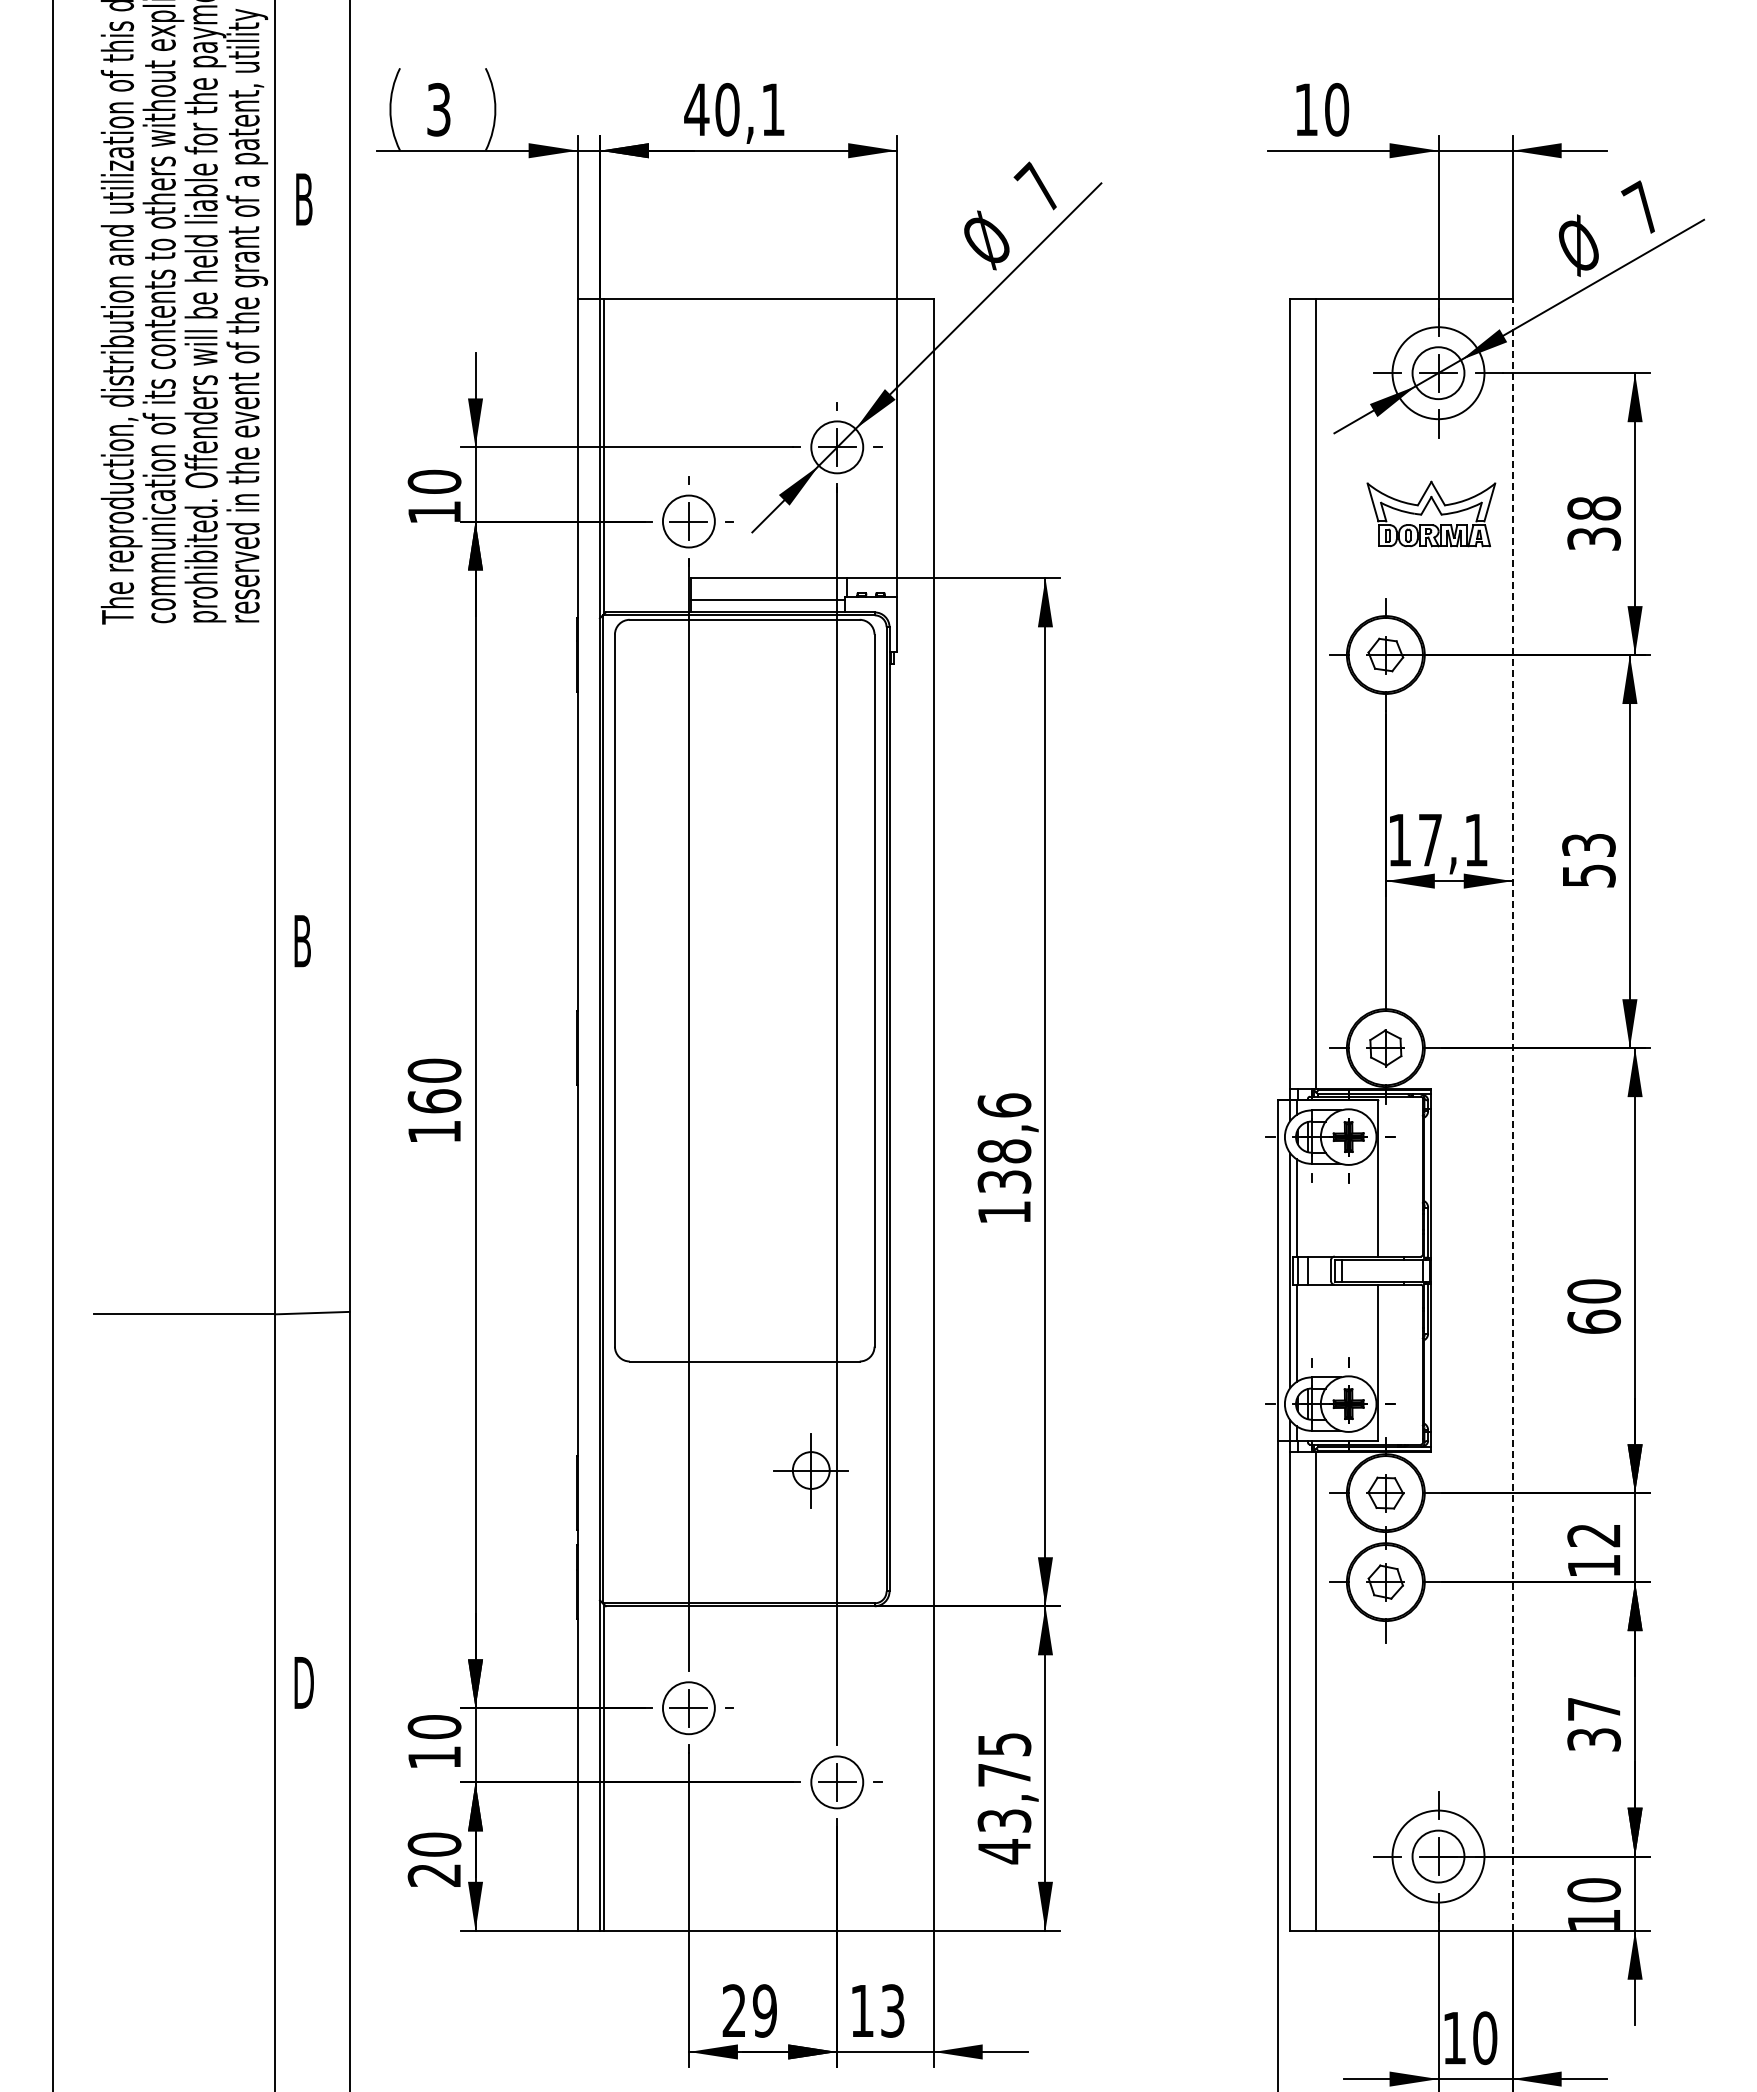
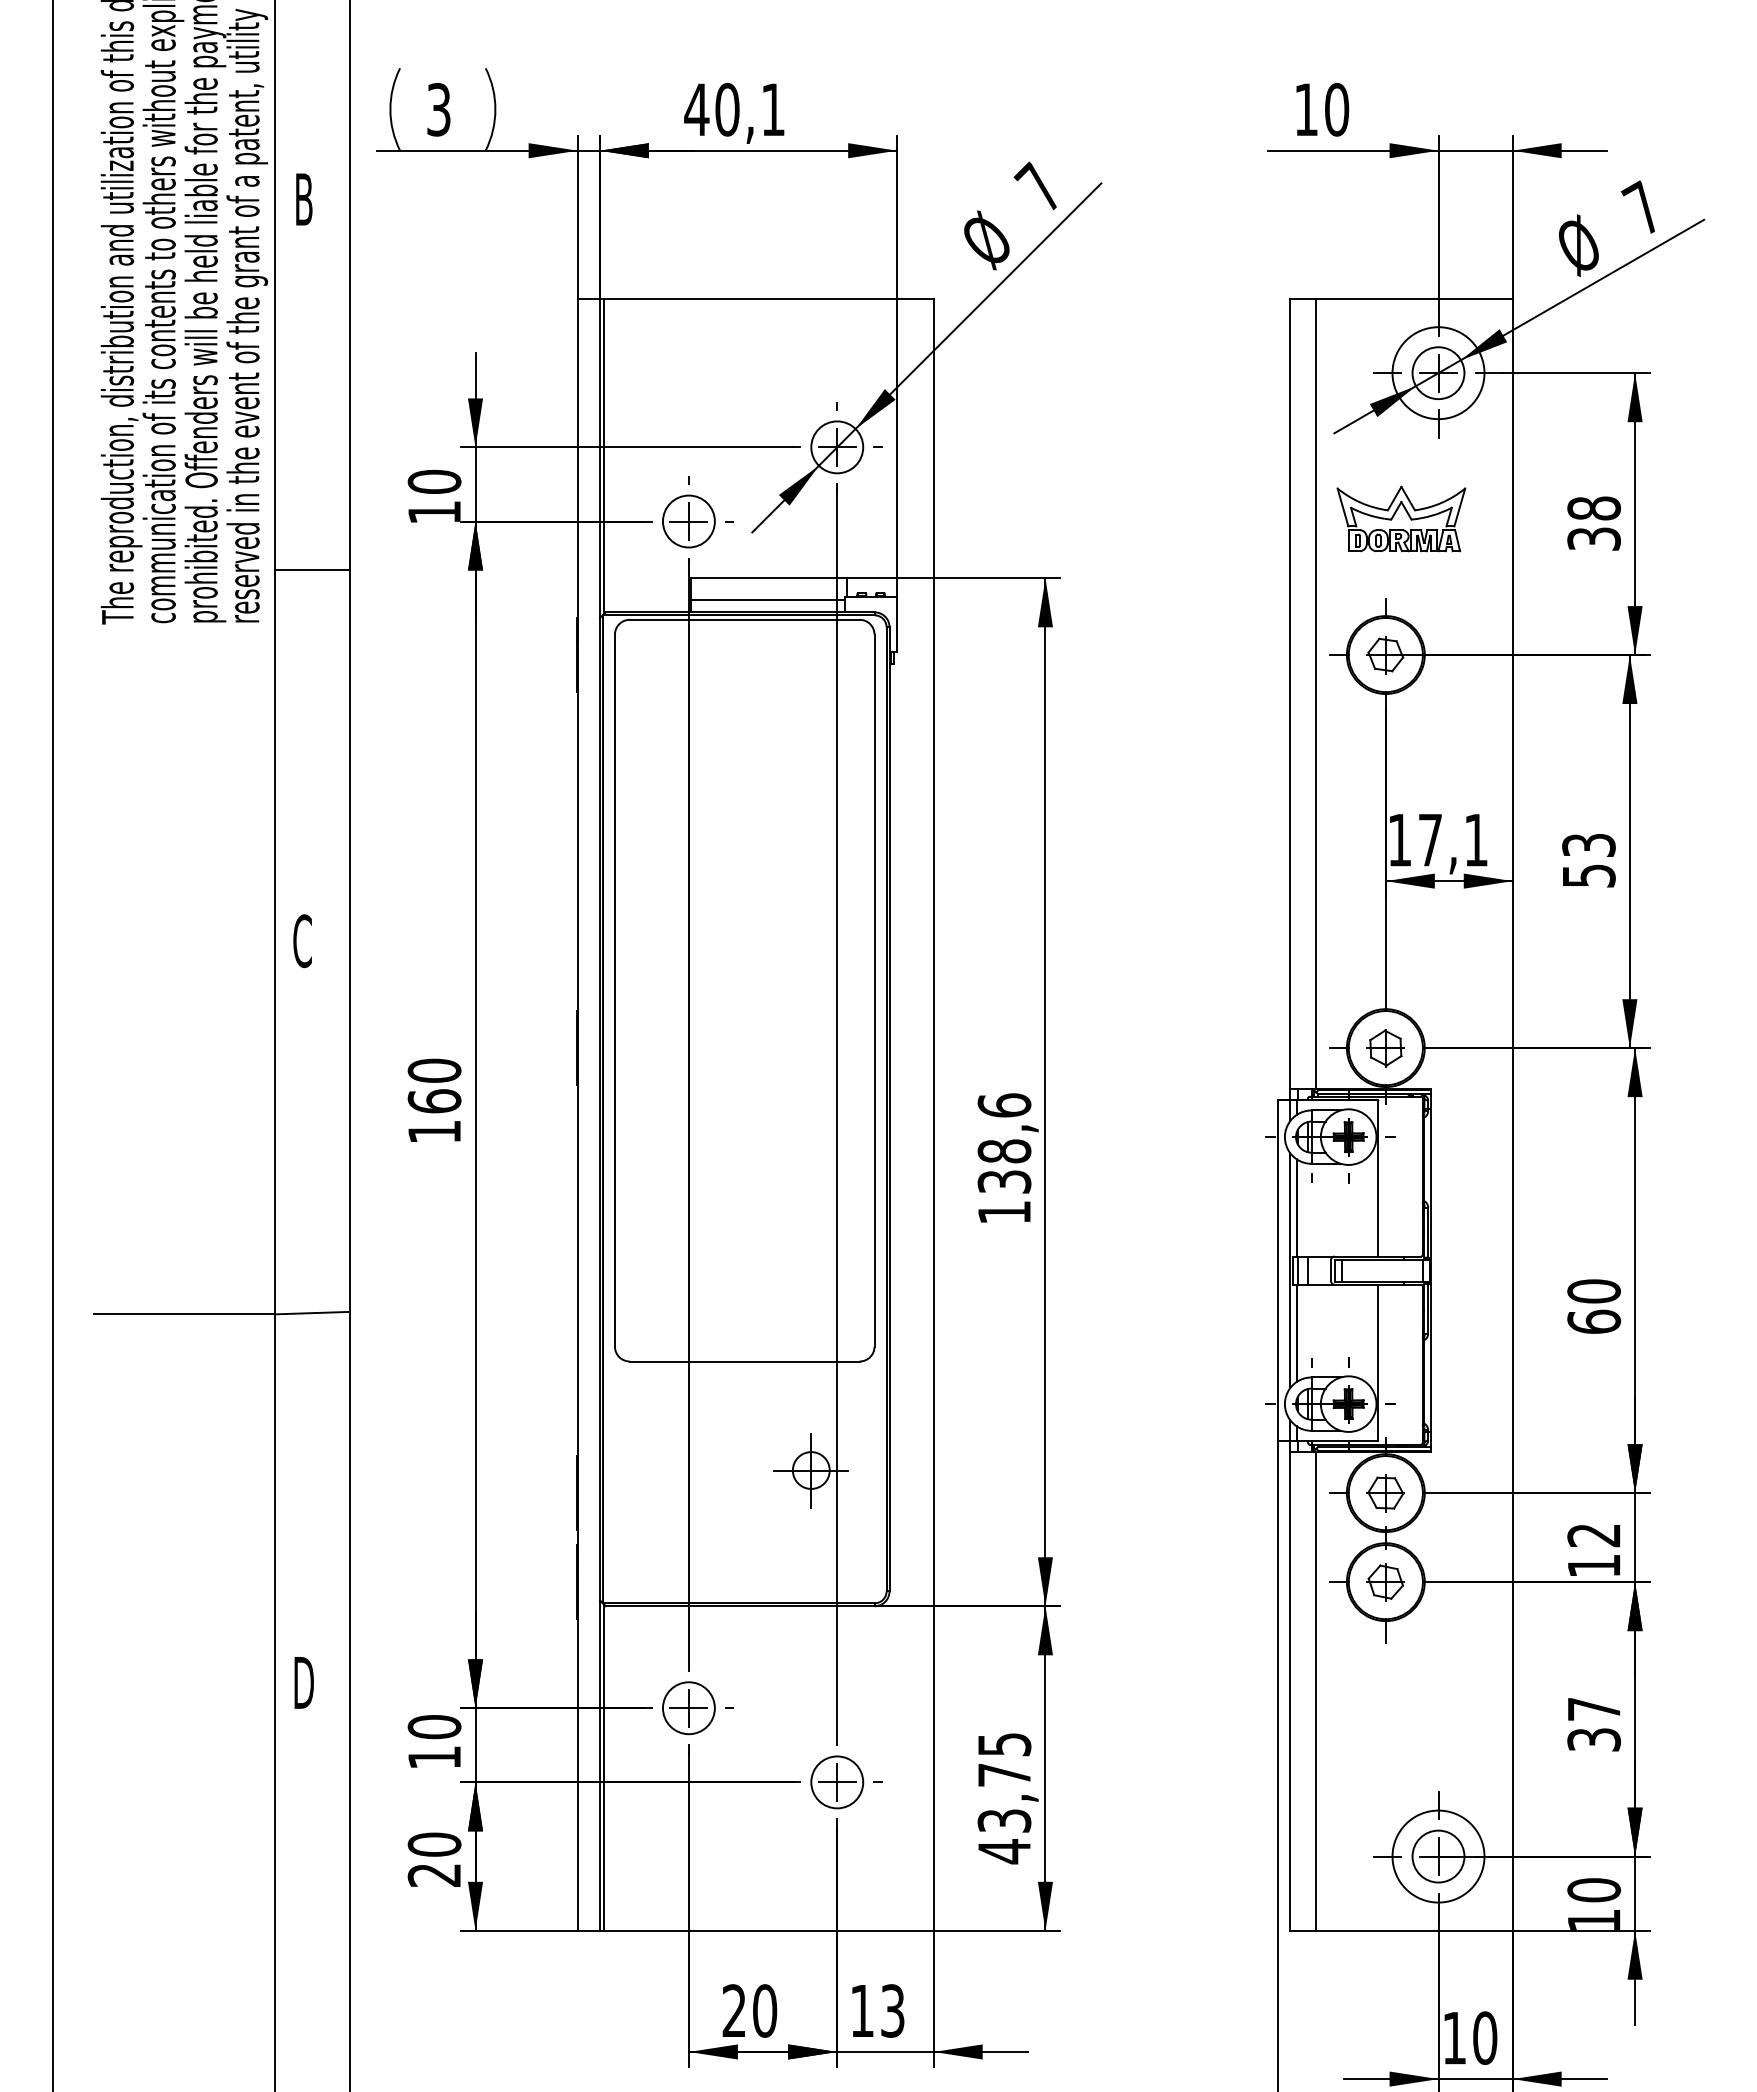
part at (1436, 508) position: (1436, 508) -> (1406, 513)
line at (312, 570): none -> present
text at (302, 941): B -> C
line at (1512, 1114): dashed -> solid
text at (764, 2010): 29 -> 20
